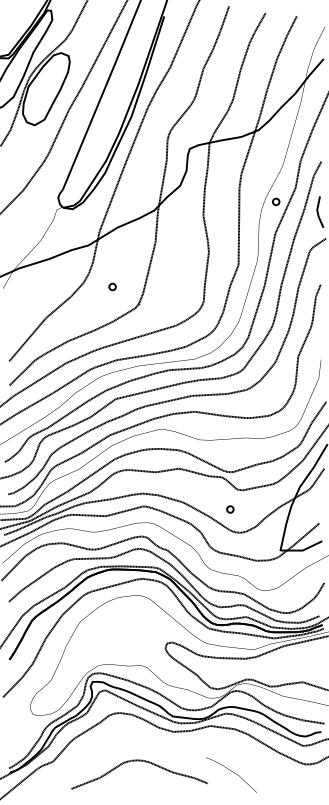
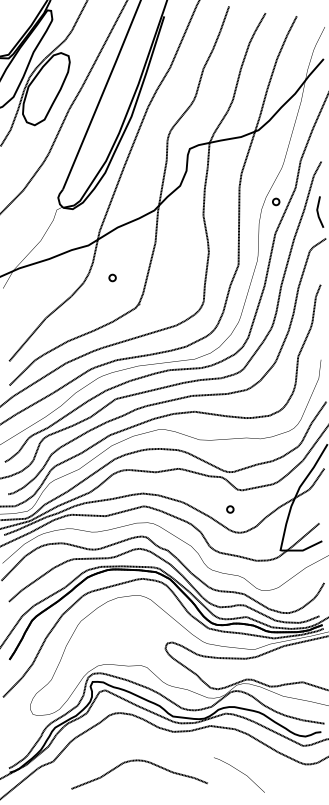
part at (112, 286) position: (112, 286) -> (112, 277)
line at (233, 772) position: (233, 772) -> (241, 772)
